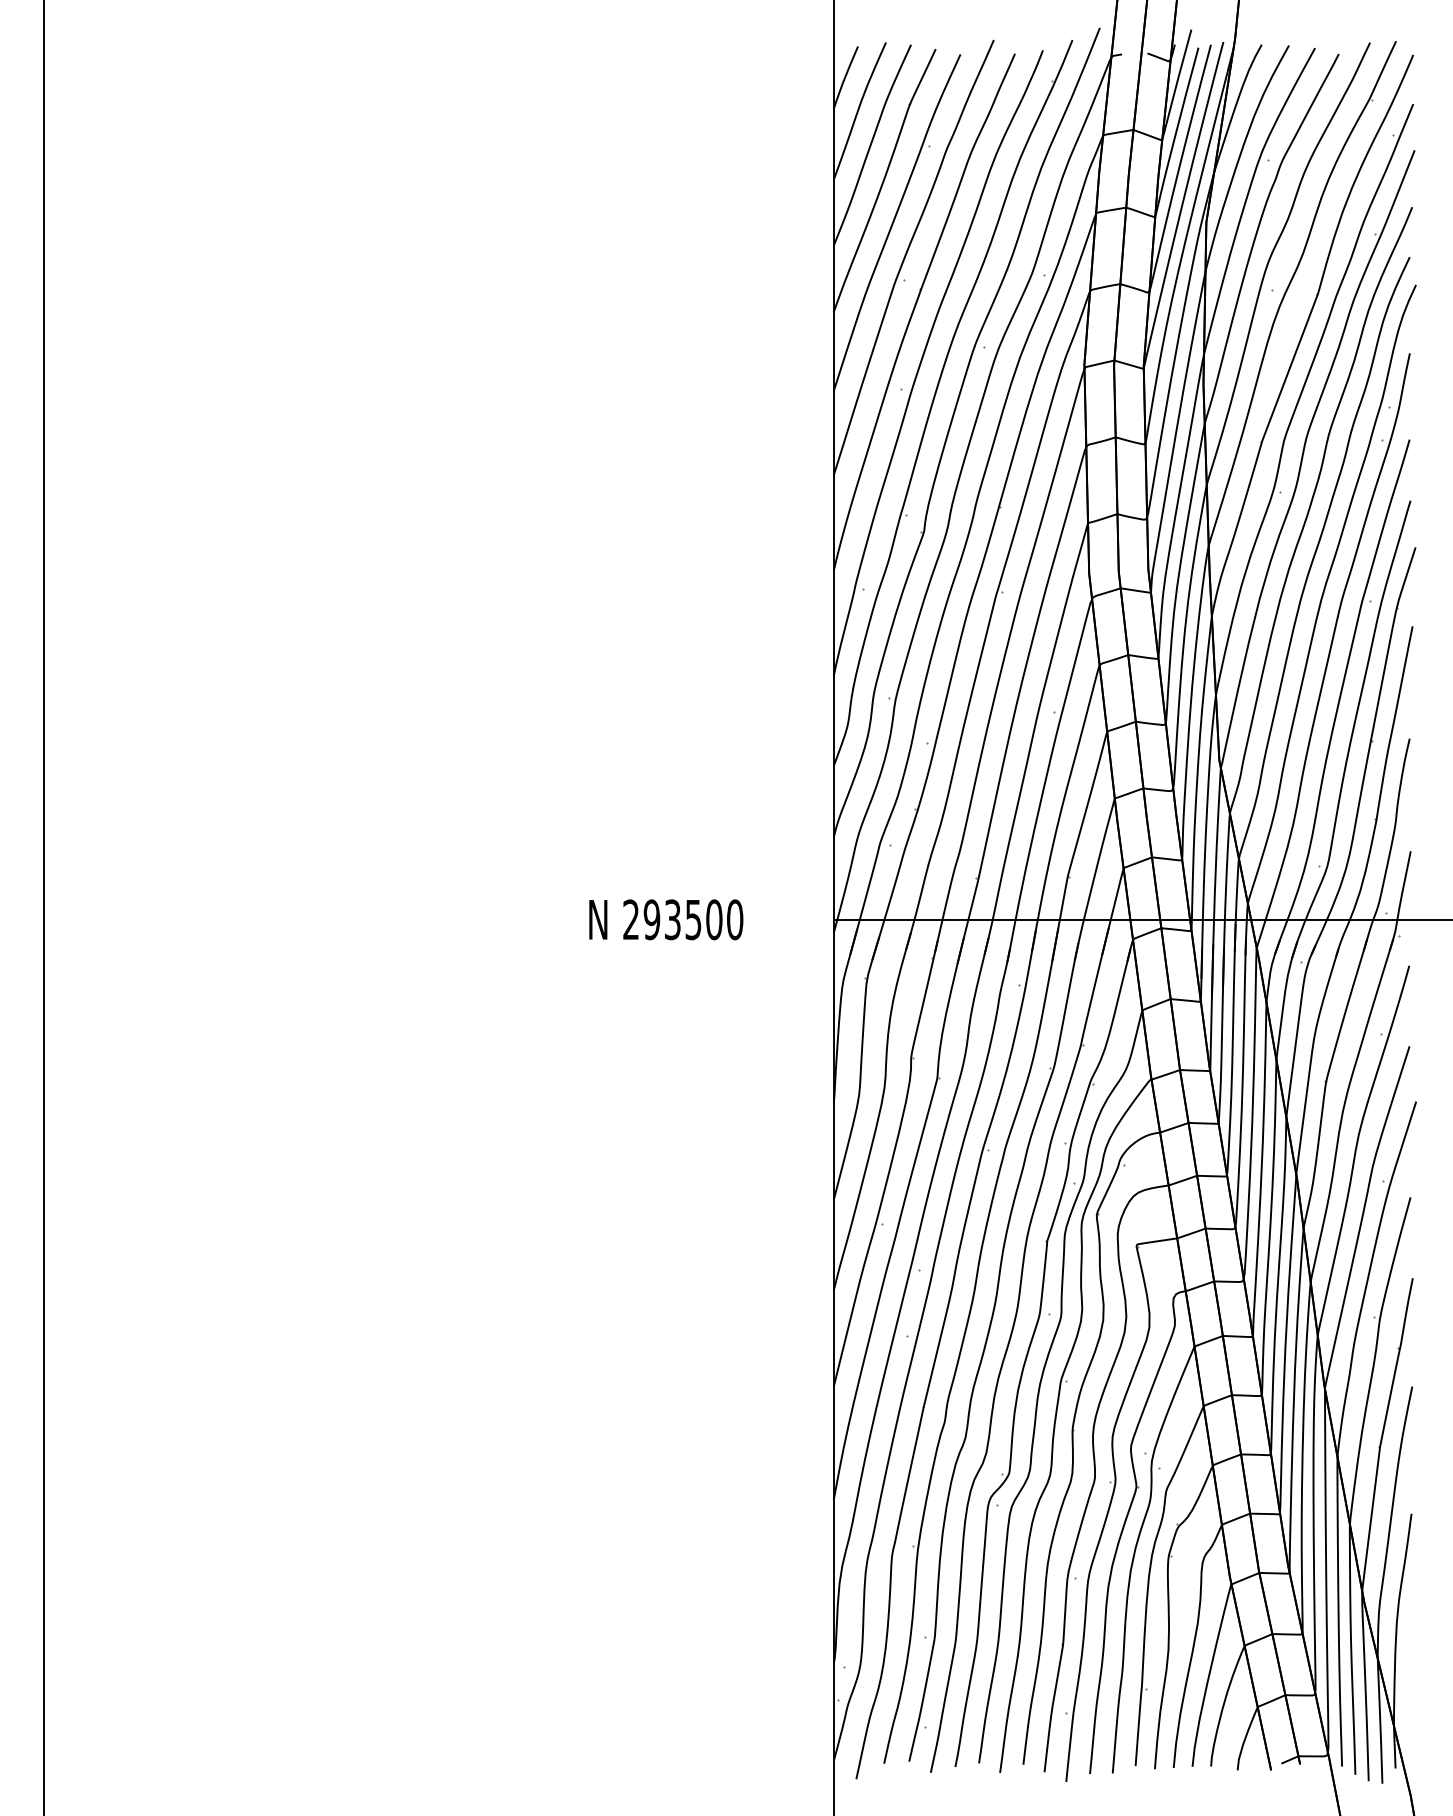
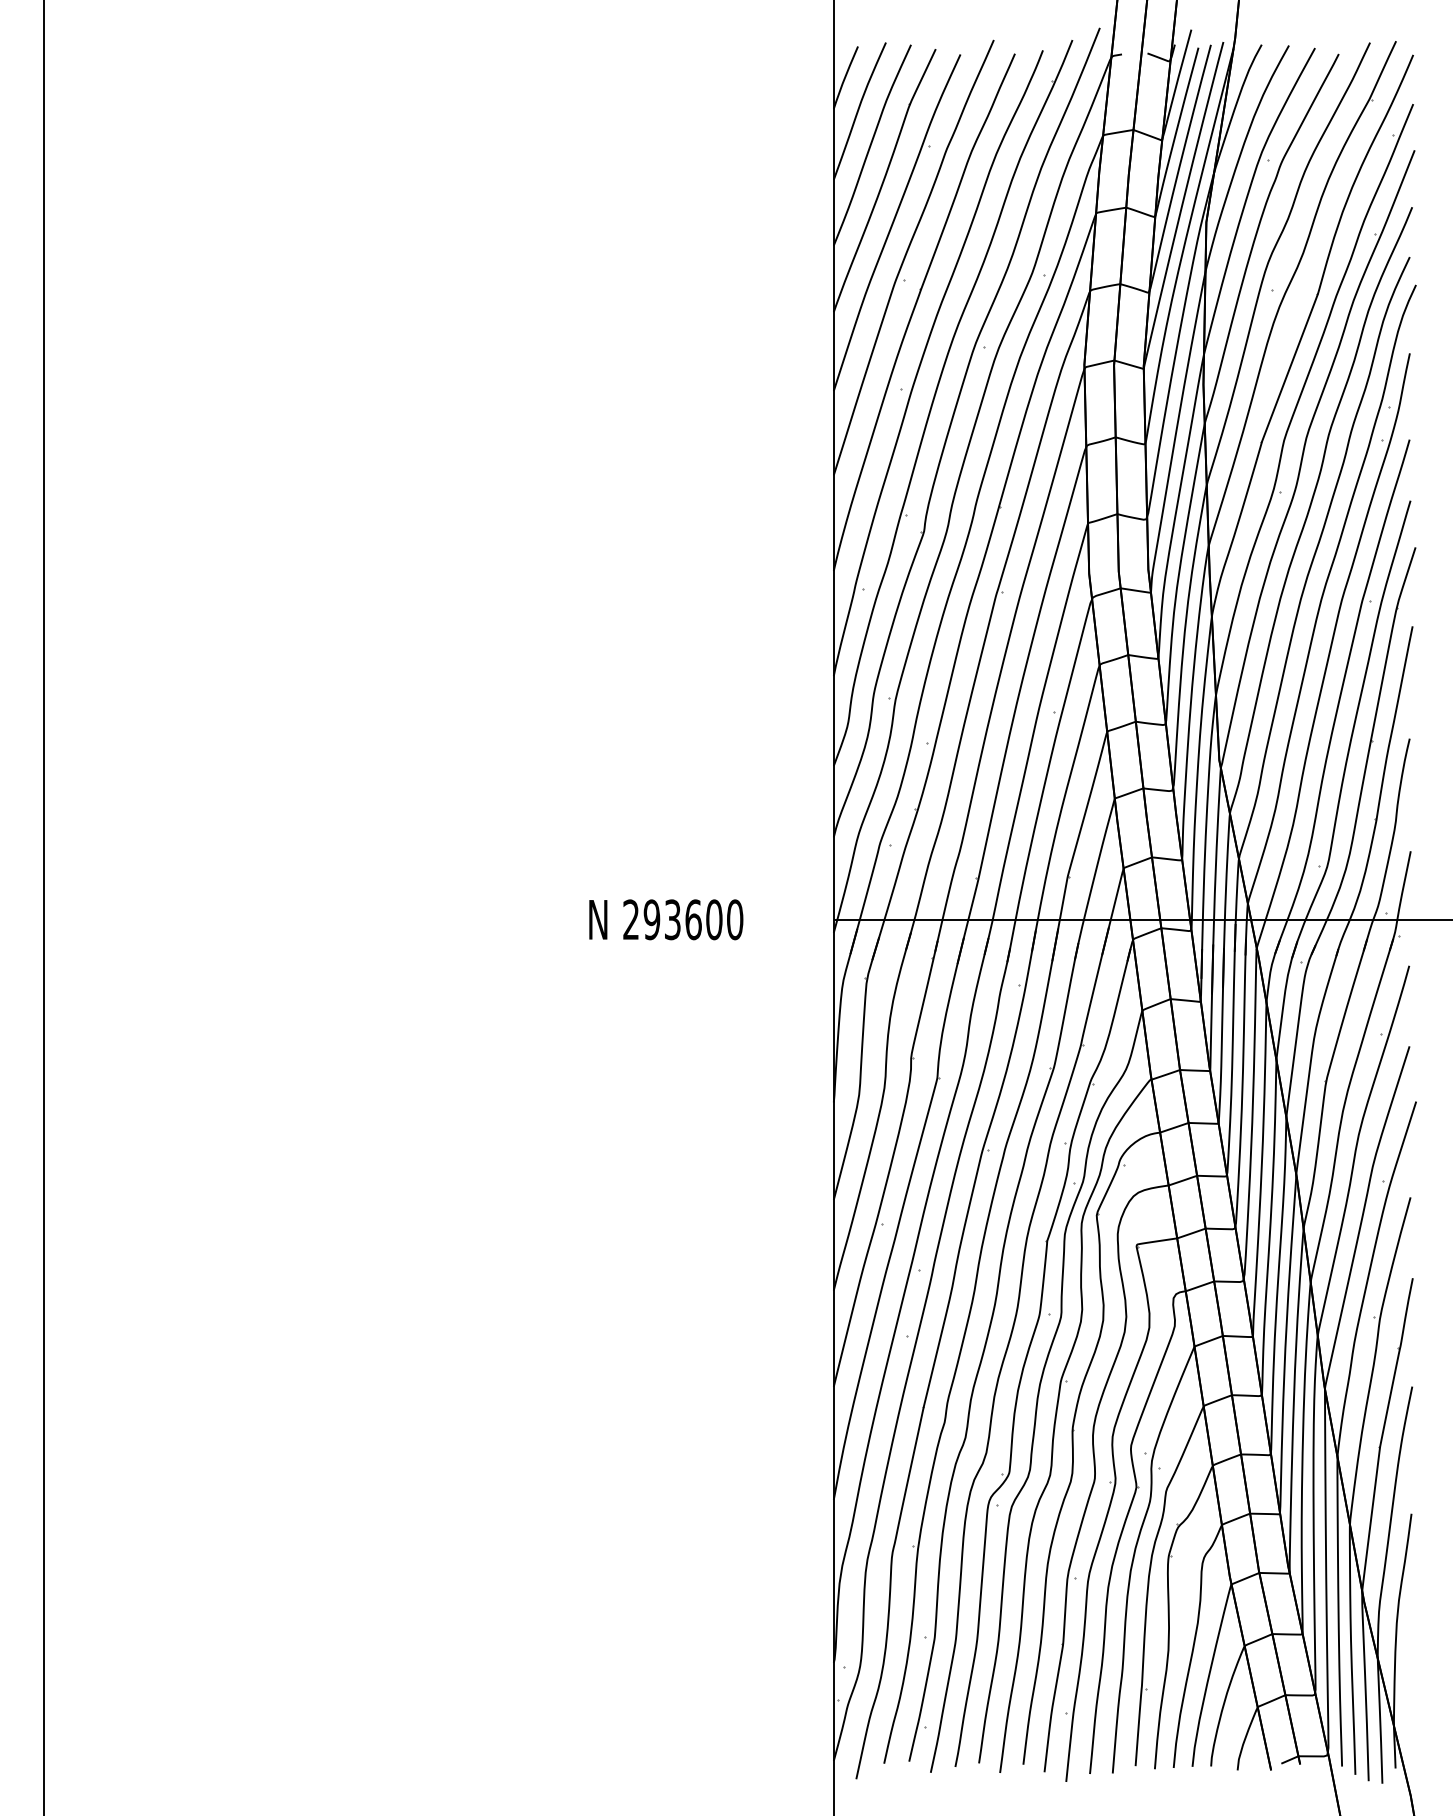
text at (693, 919): 293500 -> 293600
